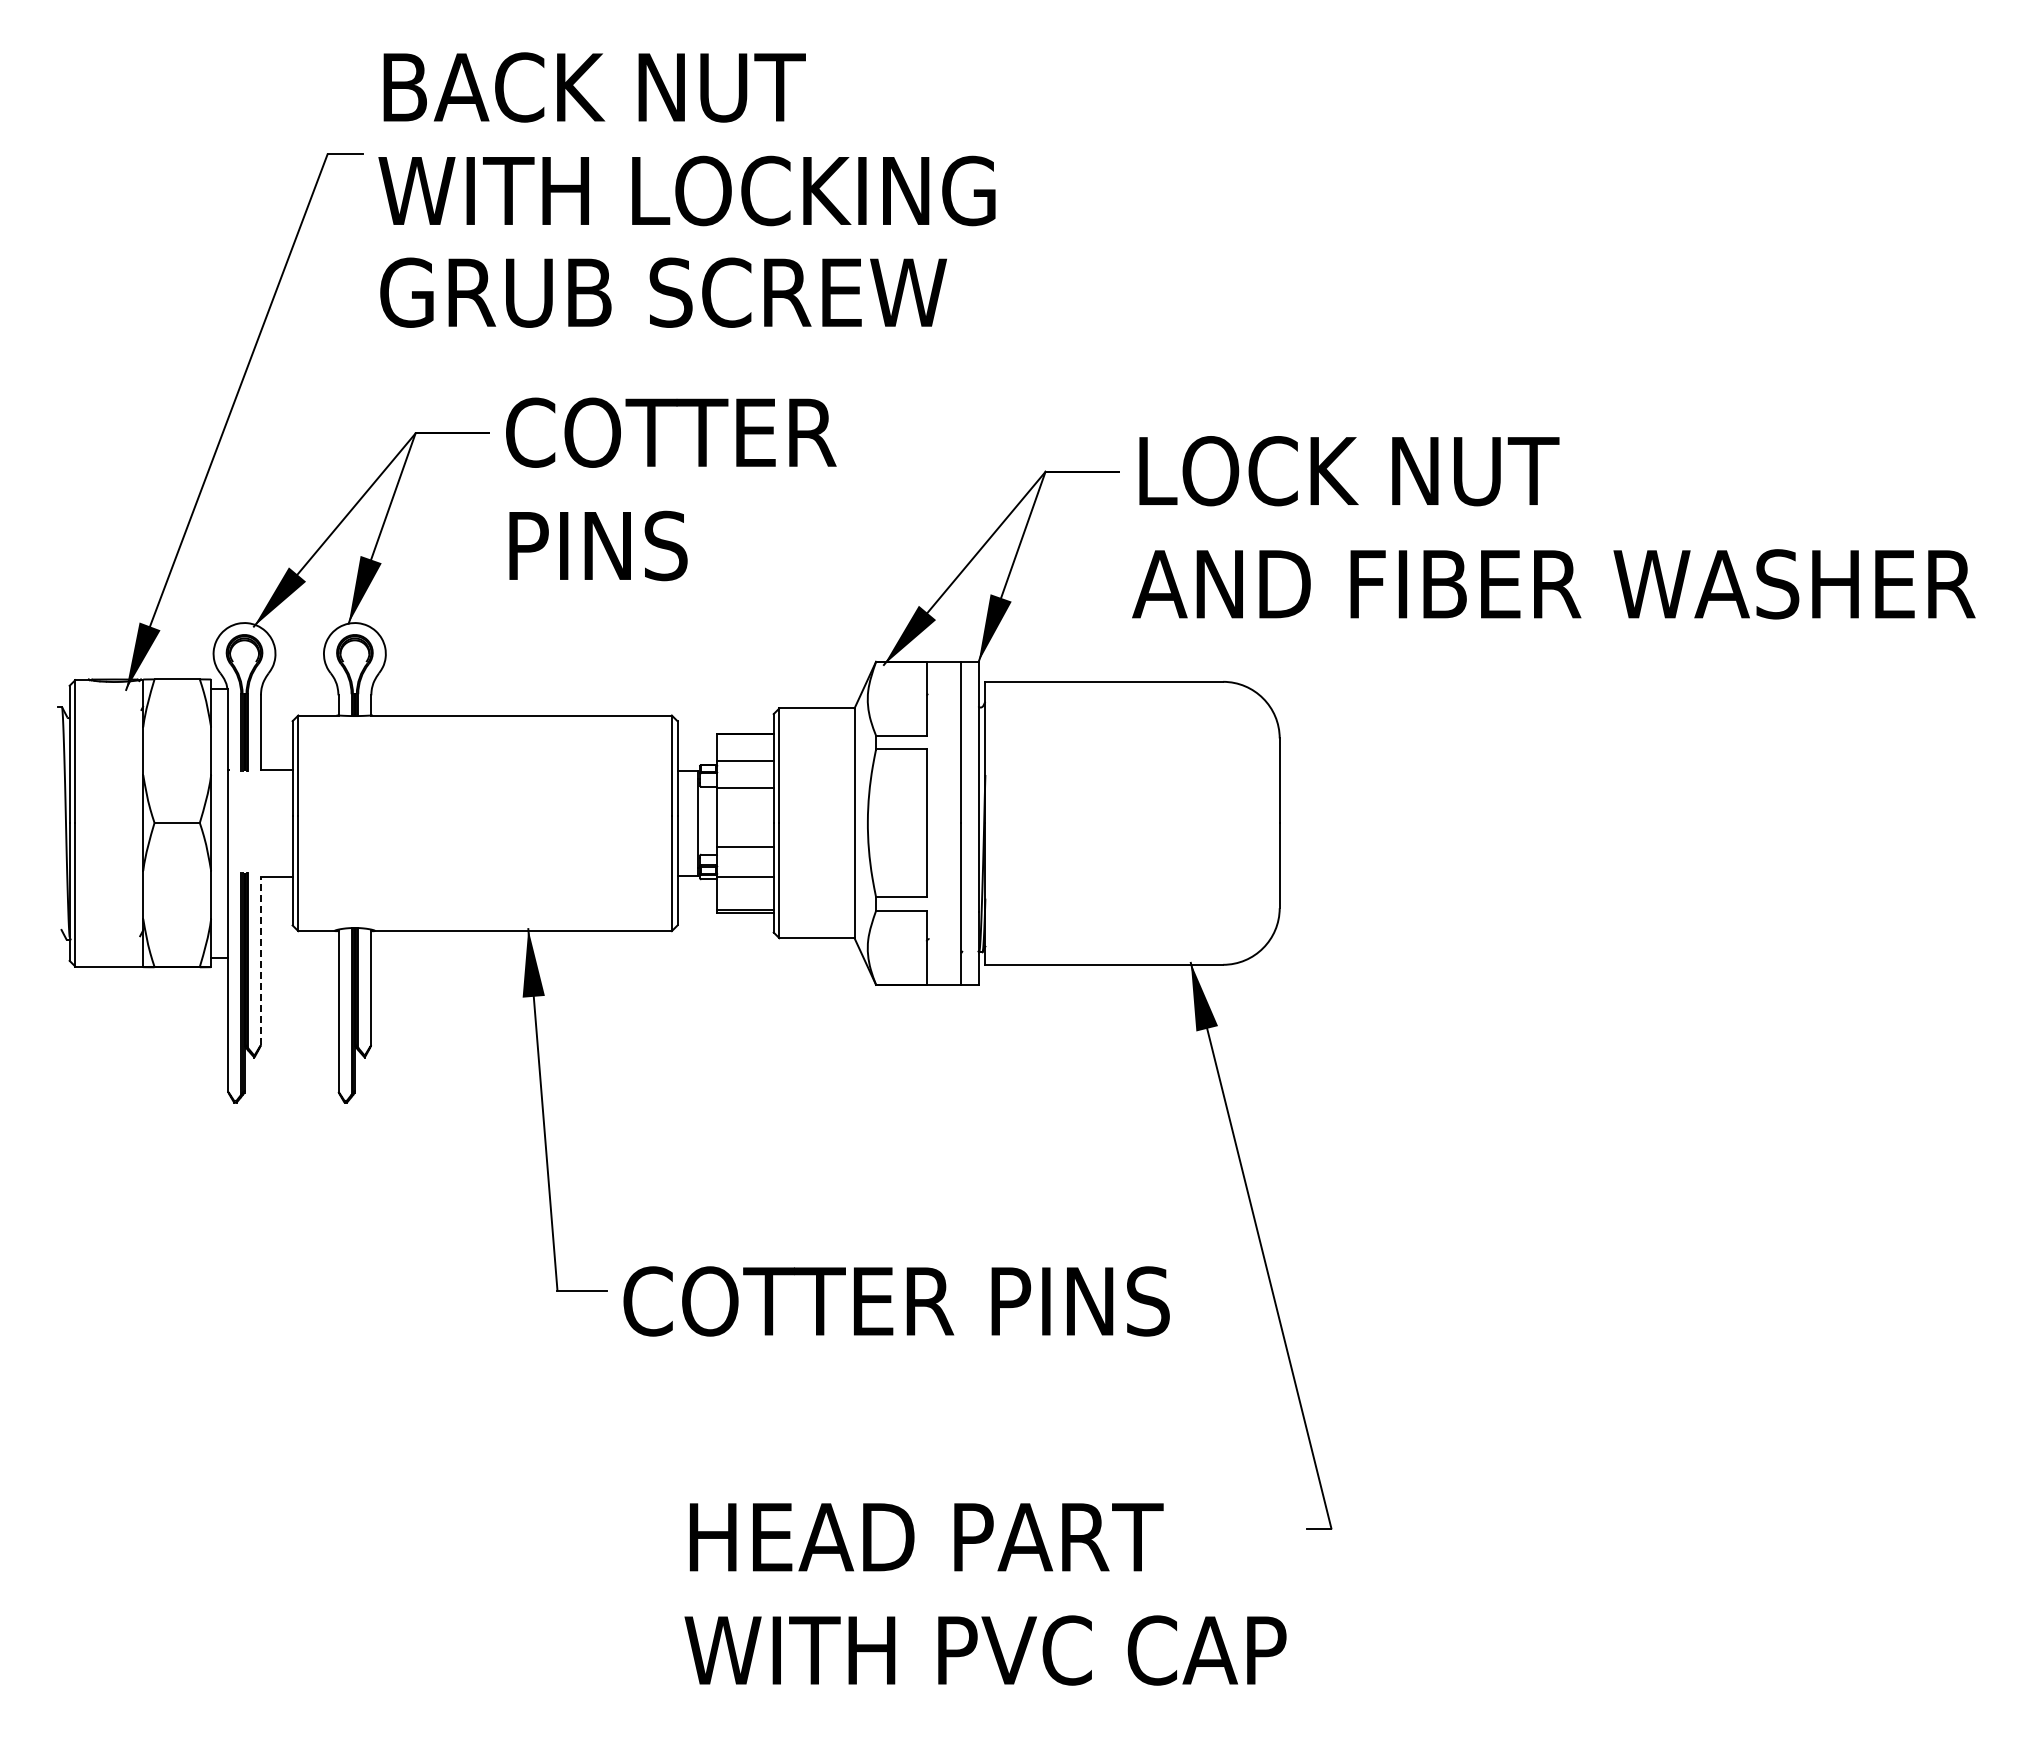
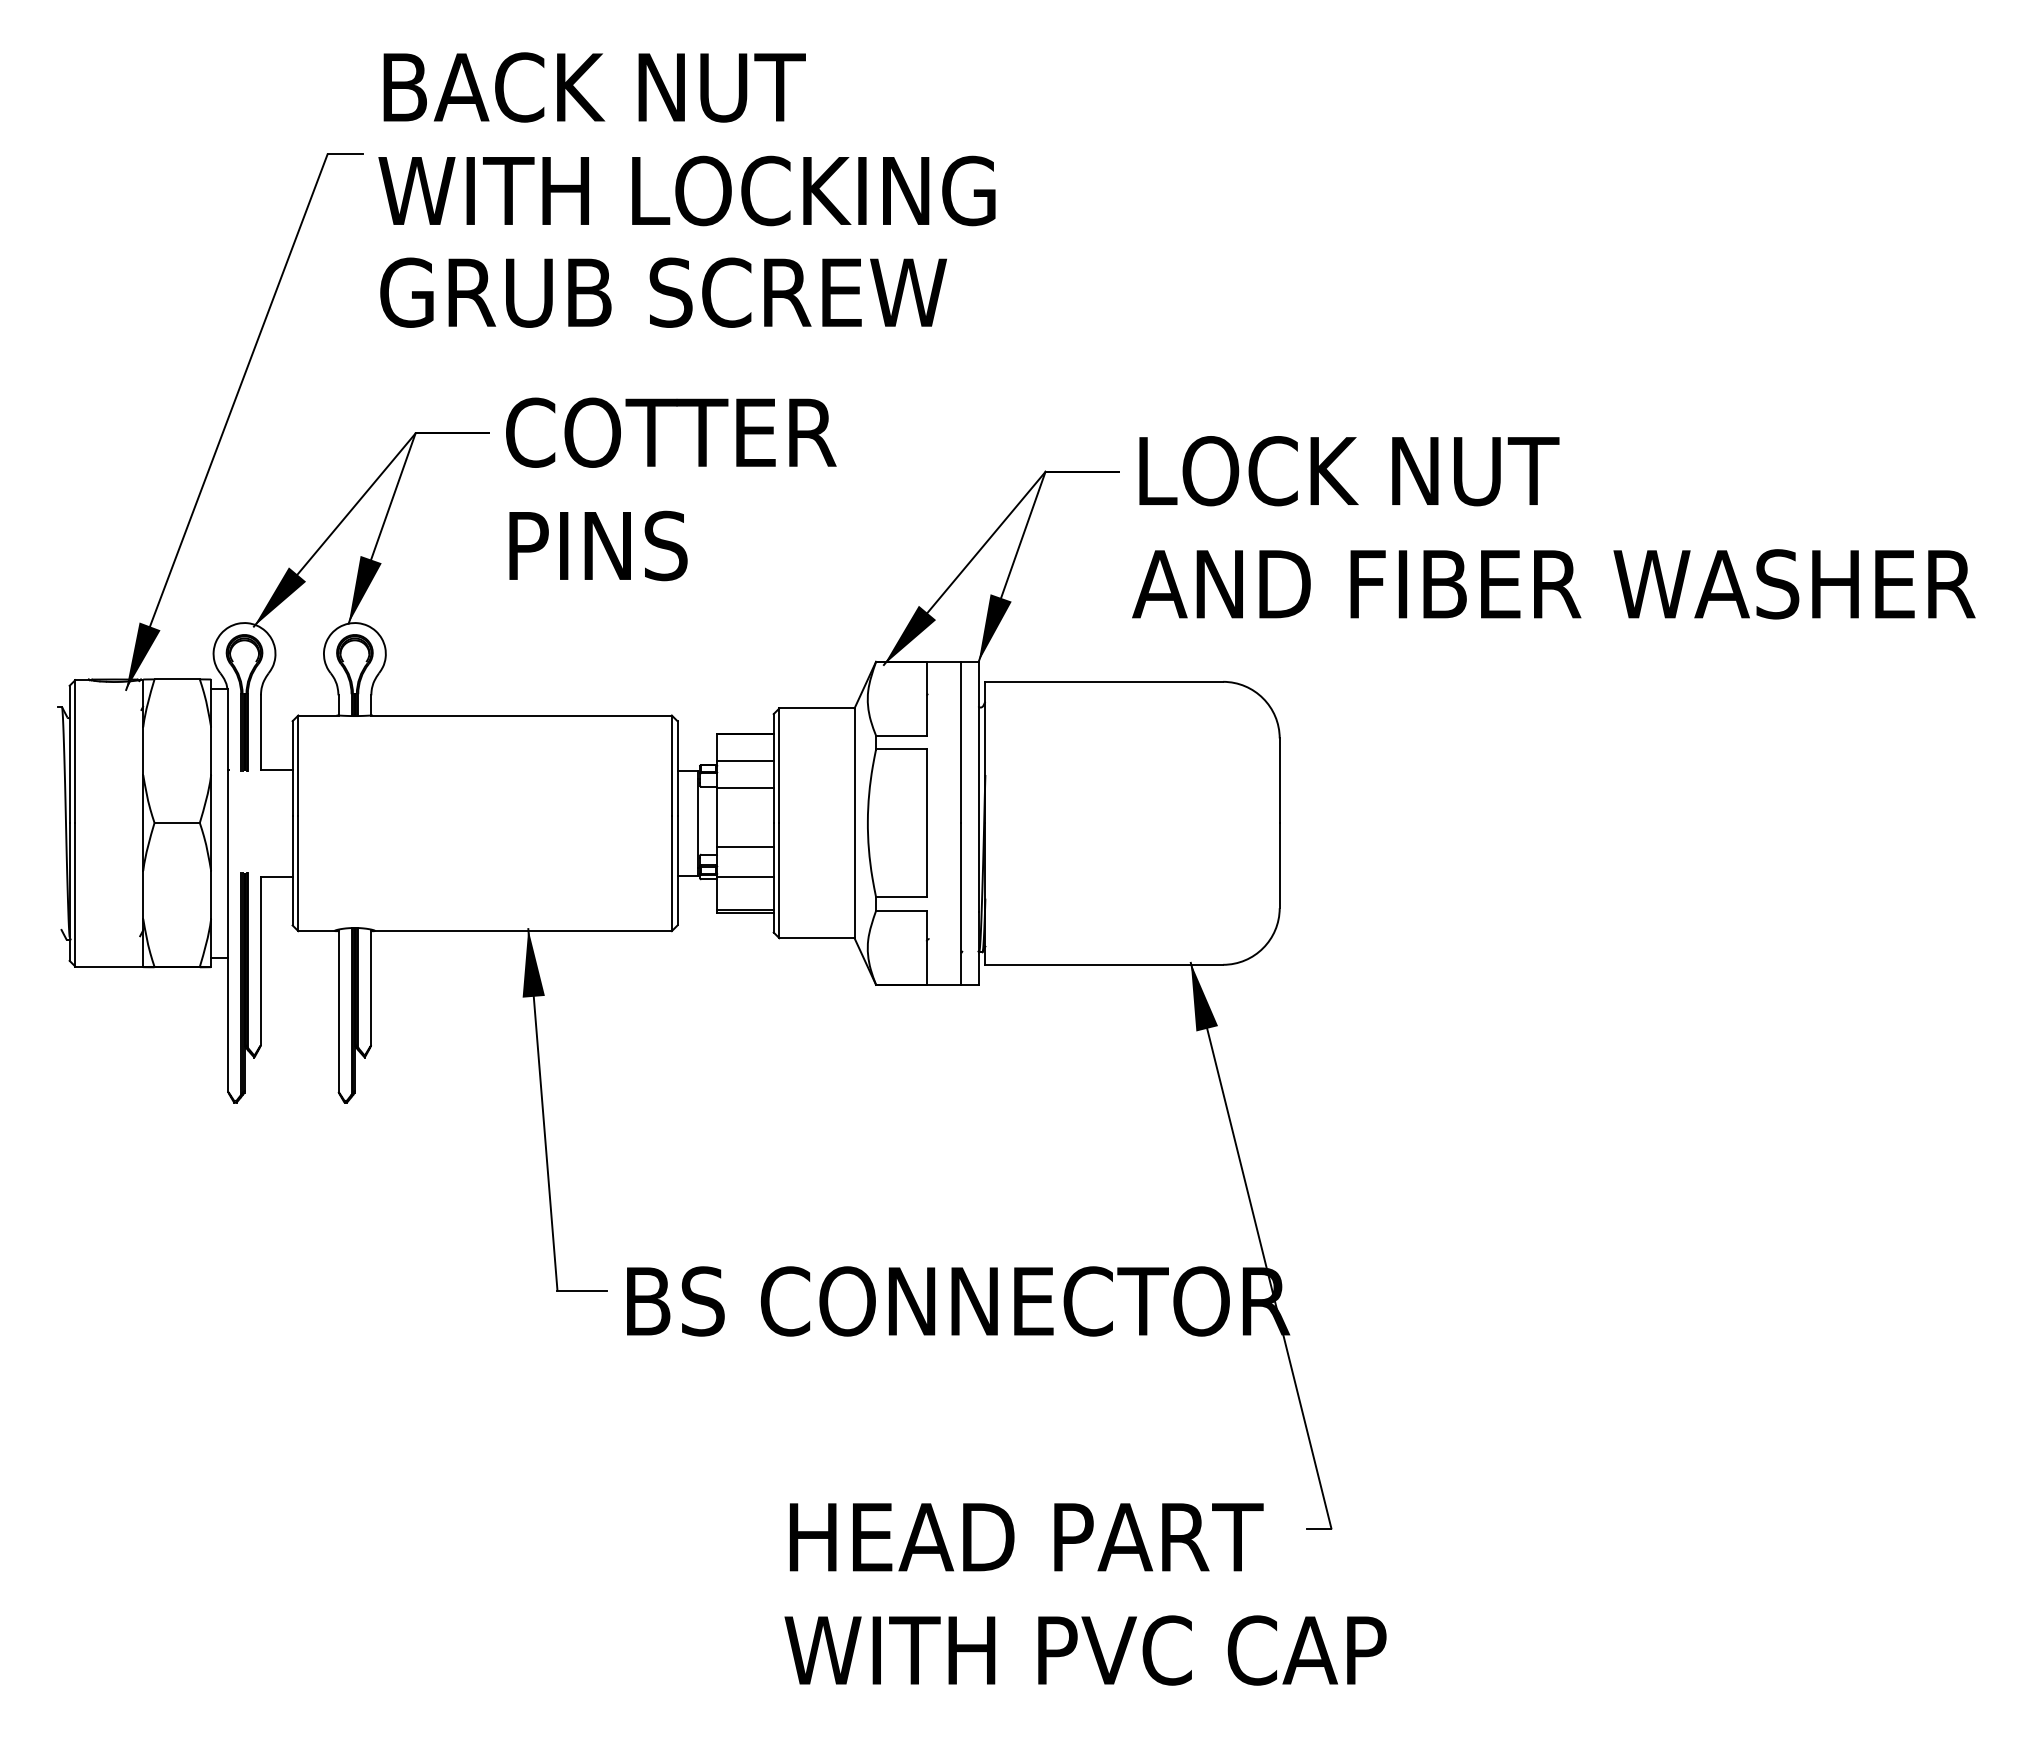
line at (260, 960): dashed -> solid
text at (956, 1301): COTTER PINS -> BS CONNECTOR
text at (985, 1594) position: (985, 1594) -> (1085, 1594)
